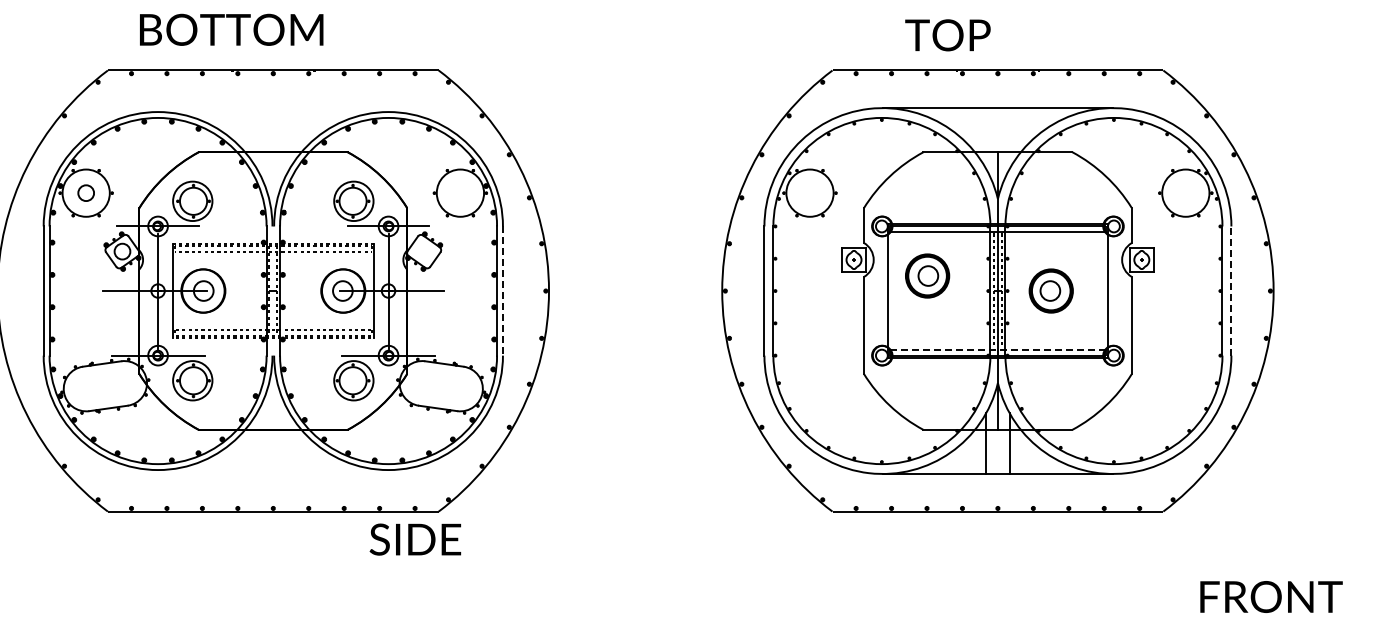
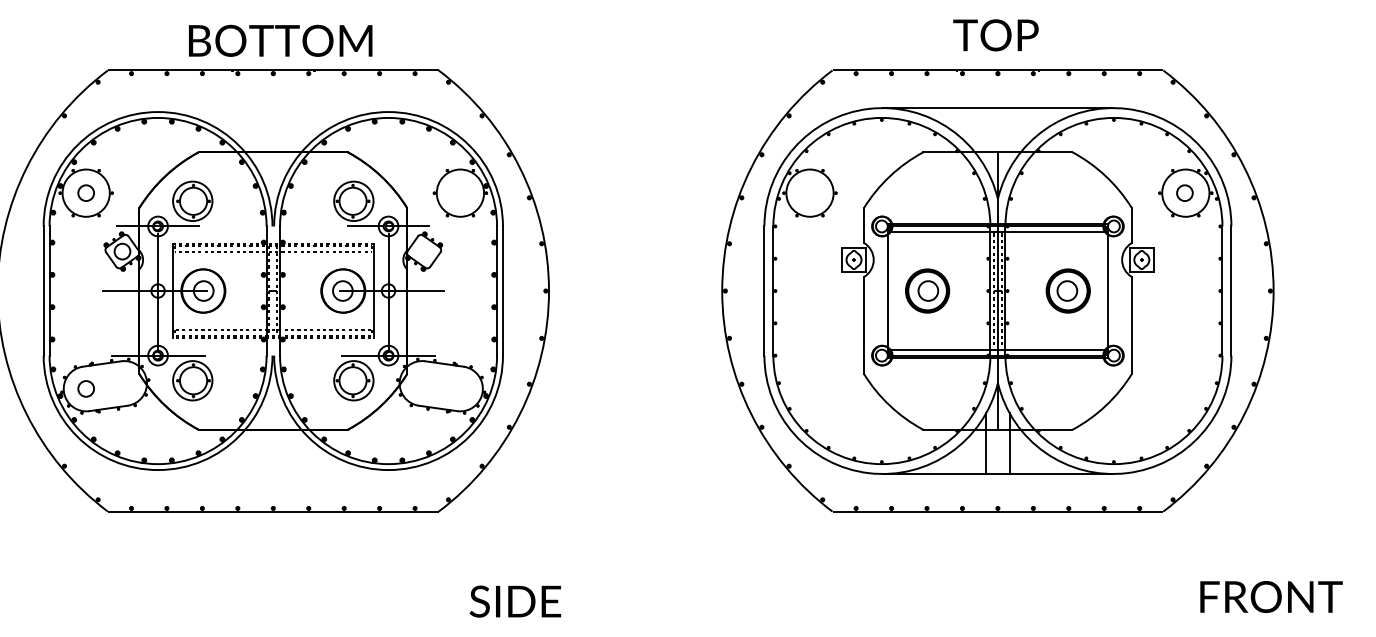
text at (231, 29) position: (231, 29) -> (280, 40)
text at (947, 35) position: (947, 35) -> (995, 35)
circle at (1184, 192): none -> present
part at (927, 275) position: (927, 275) -> (927, 290)
part at (1050, 290) position: (1050, 290) -> (1067, 290)
line at (502, 291): dashed -> solid
line at (1231, 291): dashed -> solid
line at (997, 350): dashed -> solid
circle at (85, 388): none -> present
text at (415, 539) position: (415, 539) -> (515, 601)
